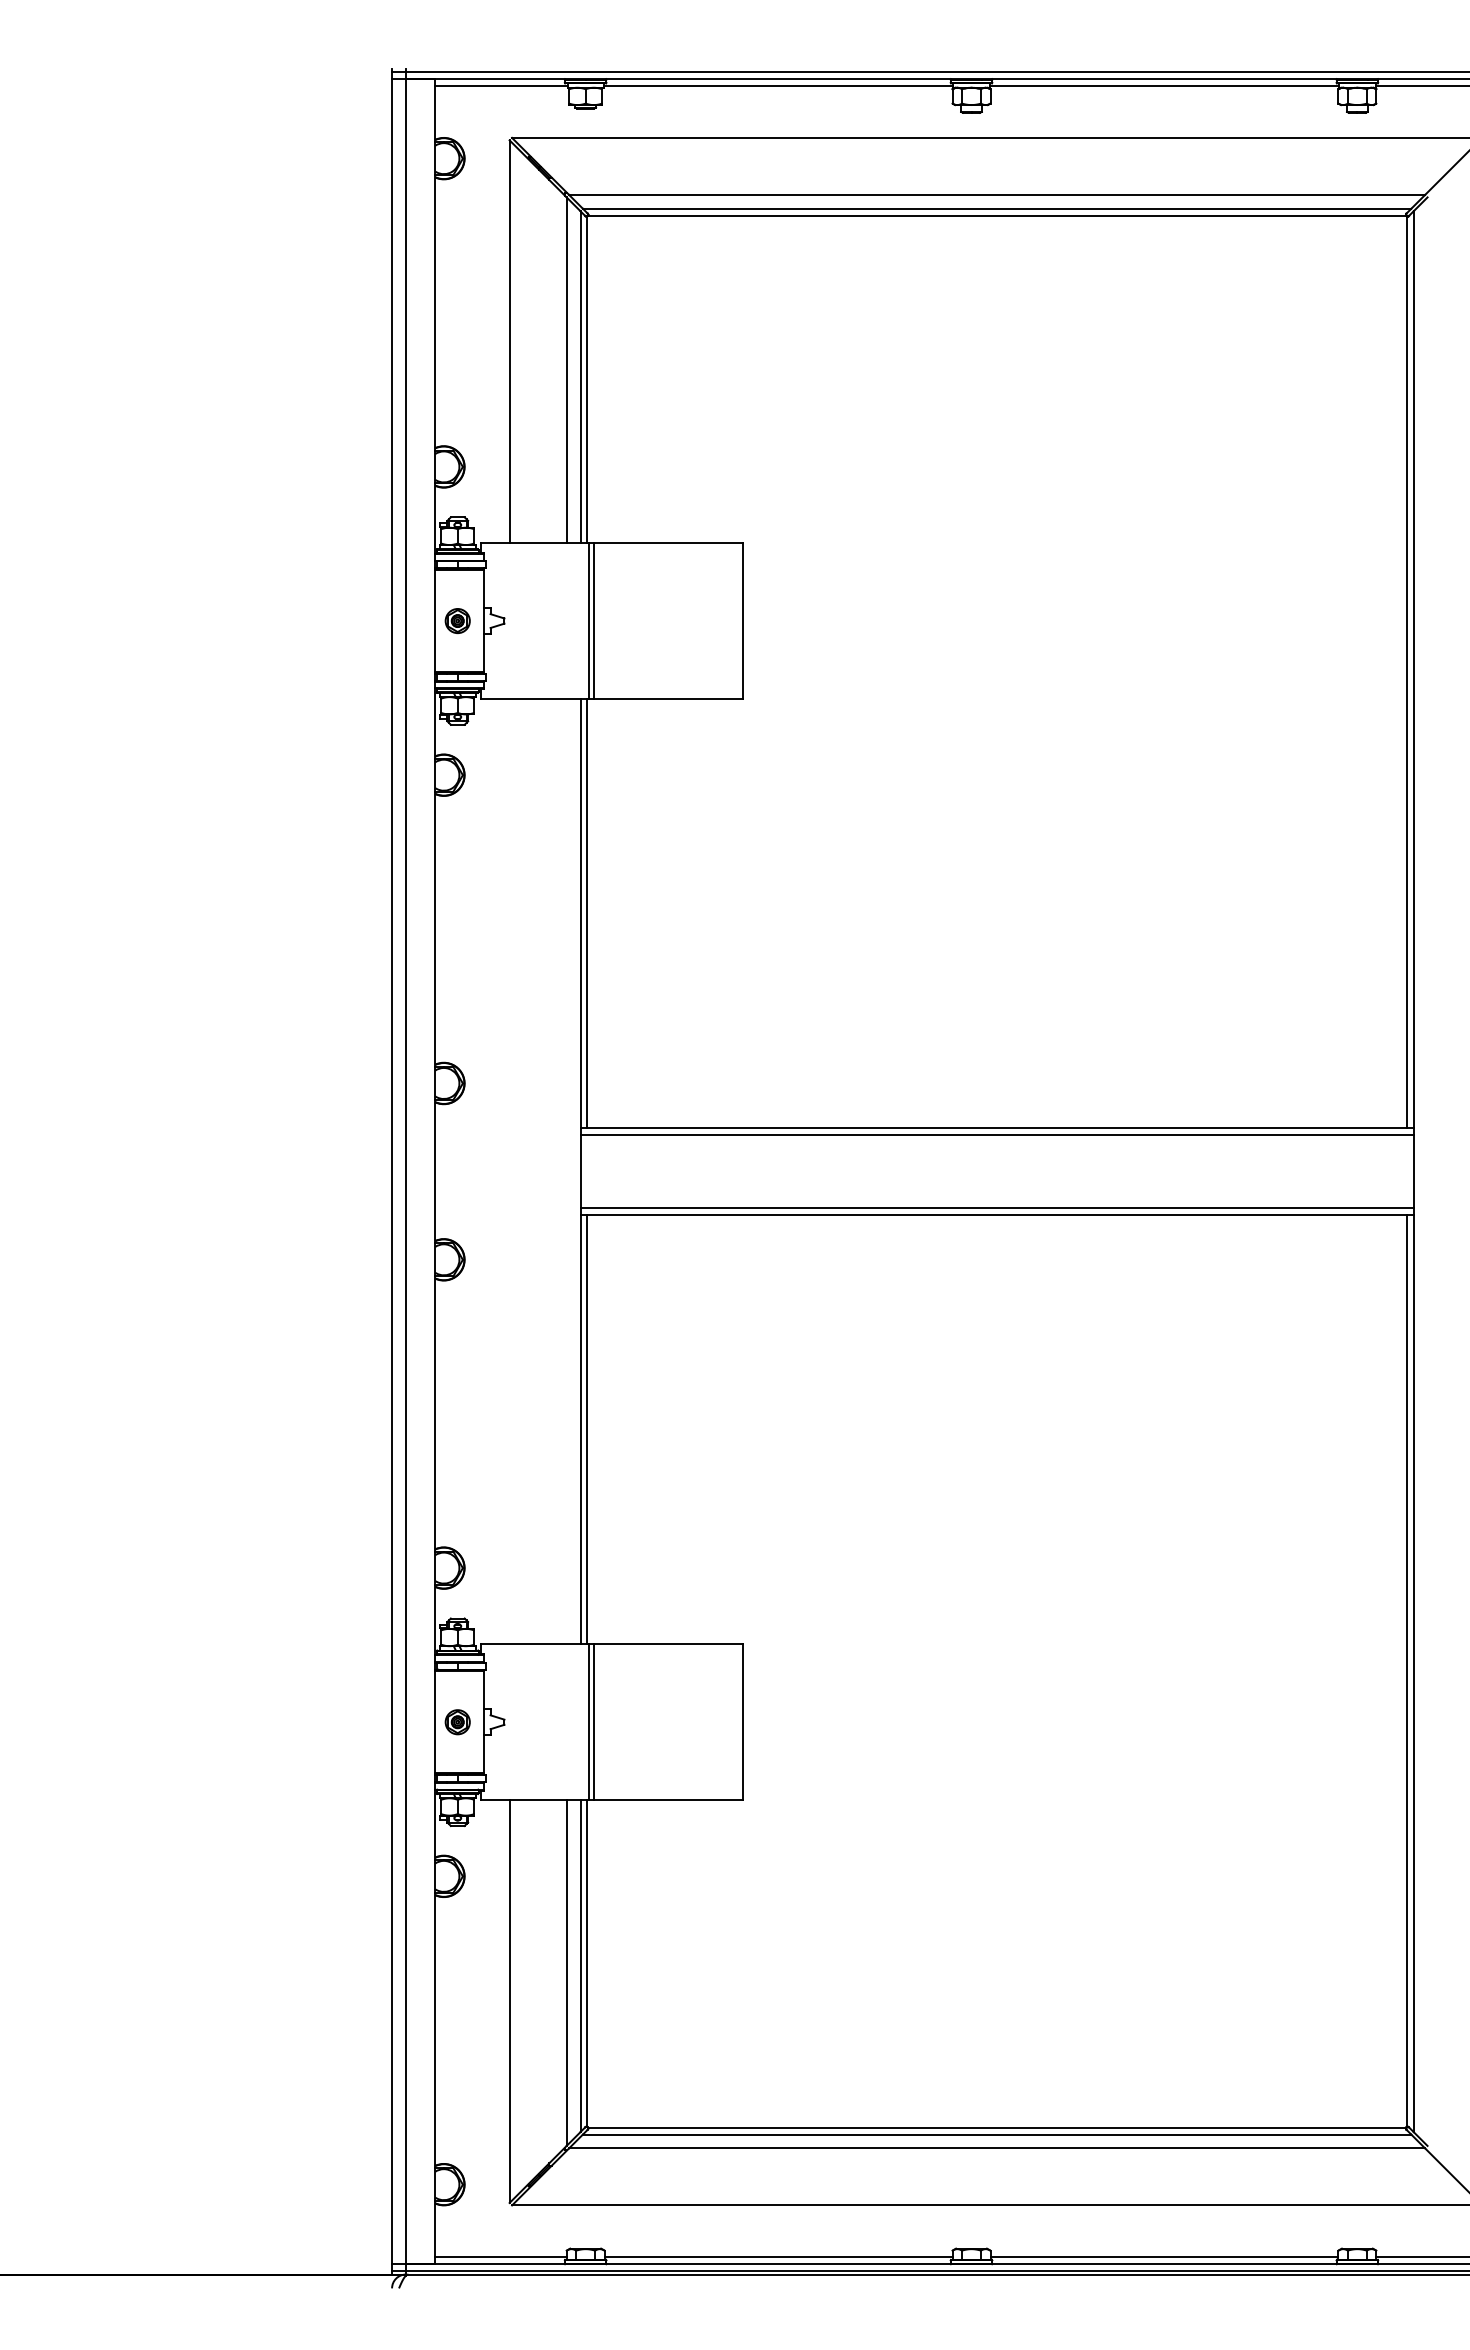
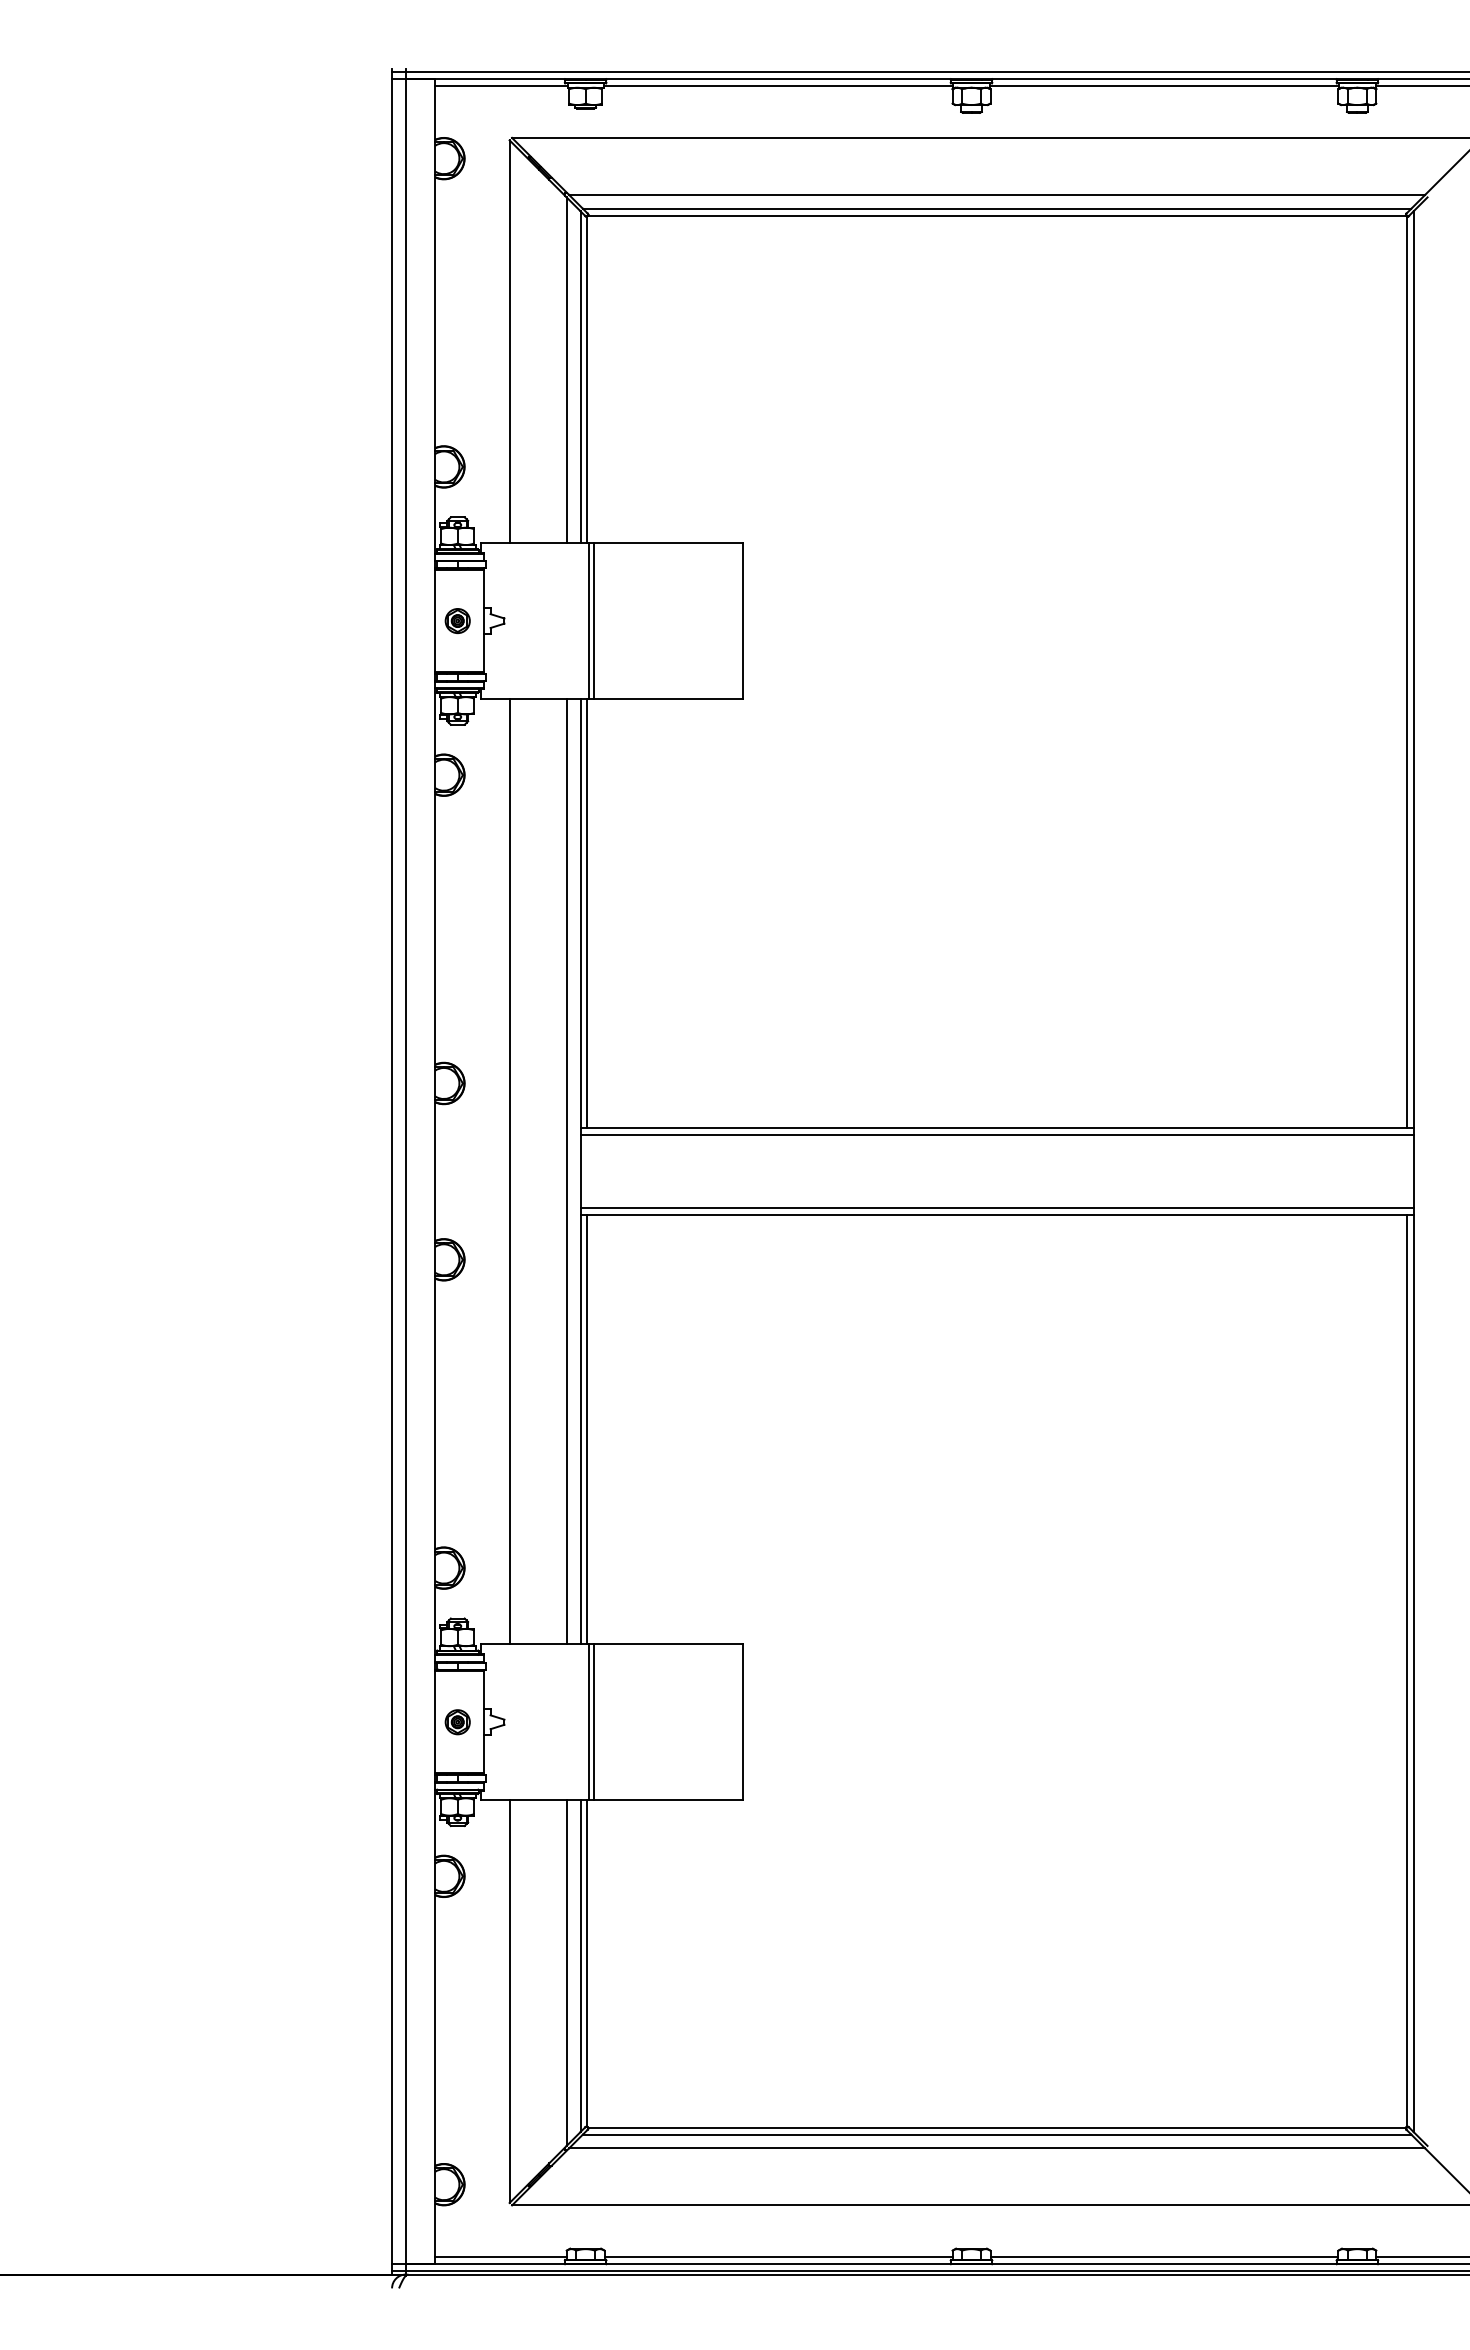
line at (509, 1171): none -> present
line at (566, 1171): none -> present
